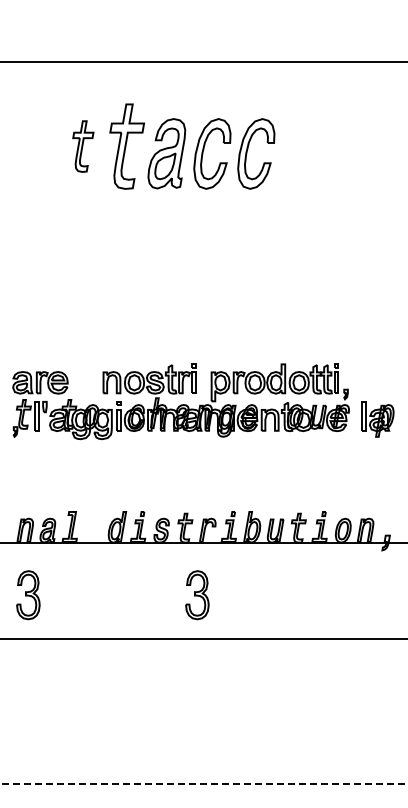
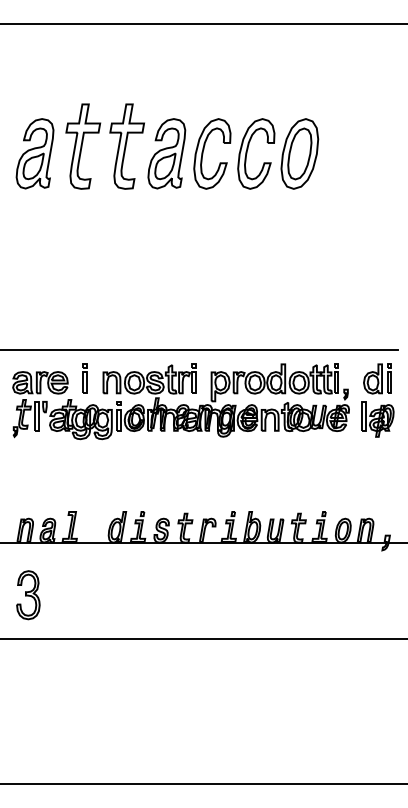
line at (203, 62) position: (203, 62) -> (203, 24)
part at (83, 146) size: 23x53 px -> 37x87 px
part at (34, 153): none -> present
part at (299, 153): none -> present
line at (199, 349): none -> present
part at (84, 378): none -> present
part at (377, 378): none -> present
part at (197, 595): present -> none
line at (204, 783): dashed -> solid
